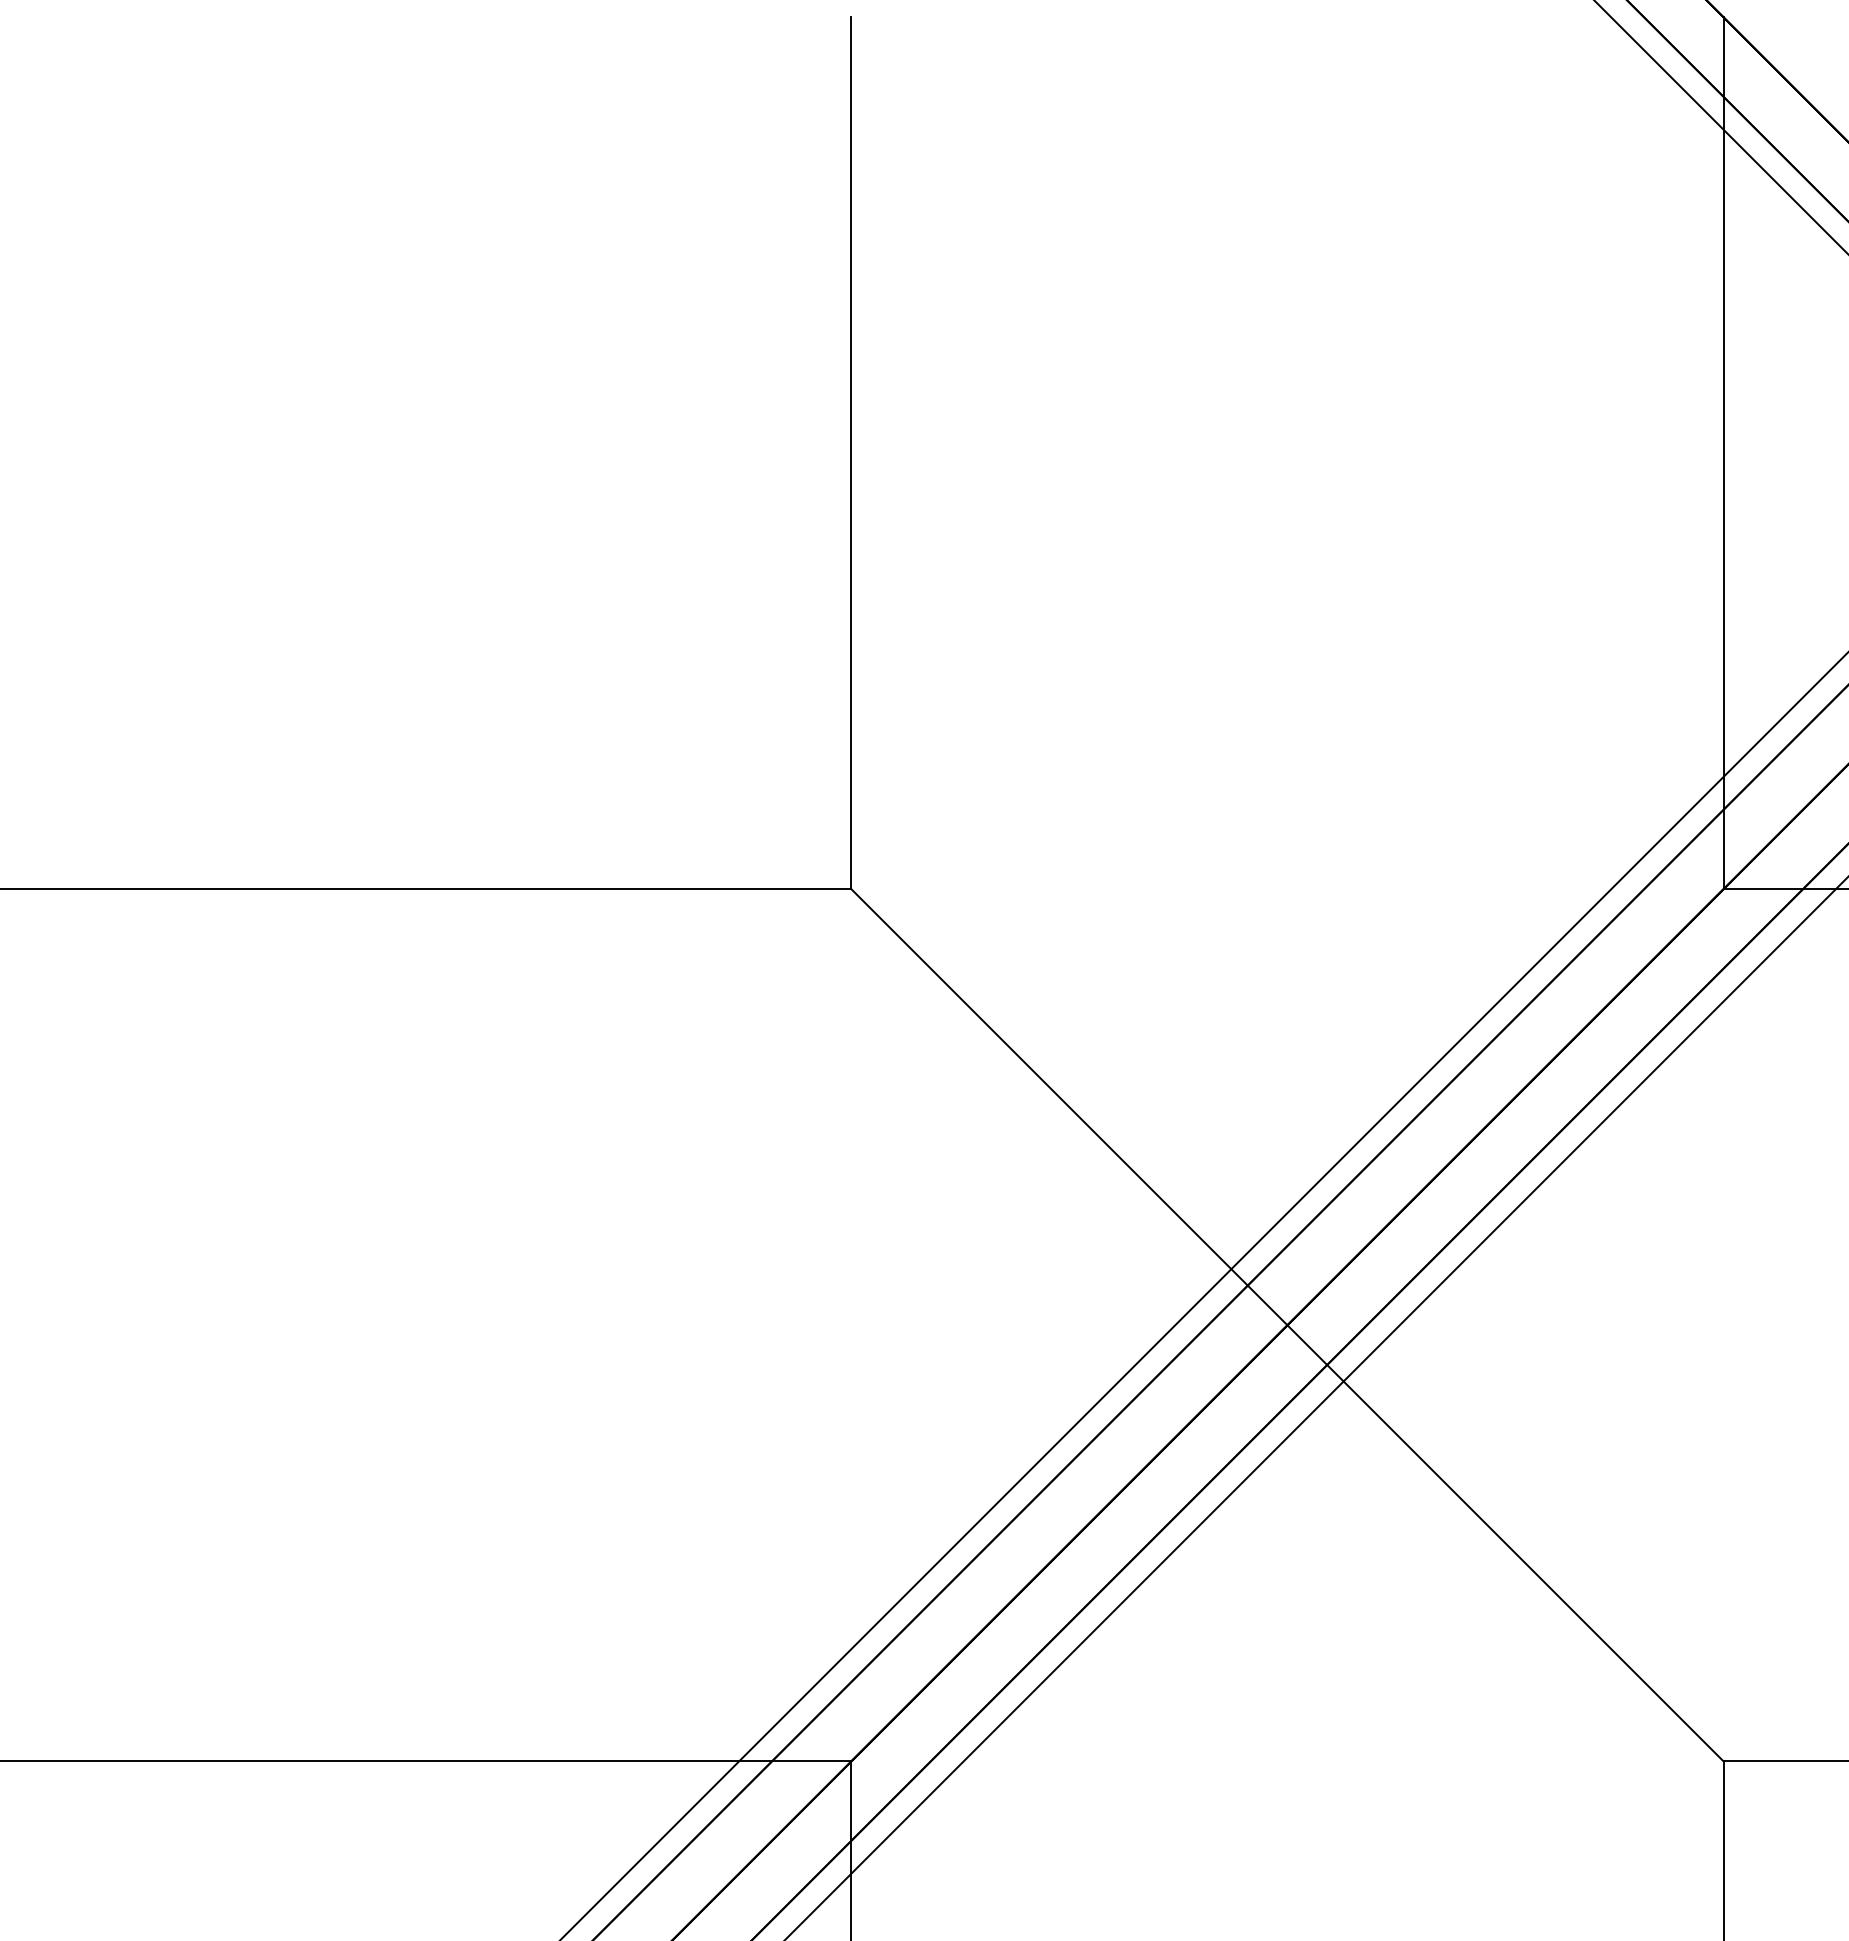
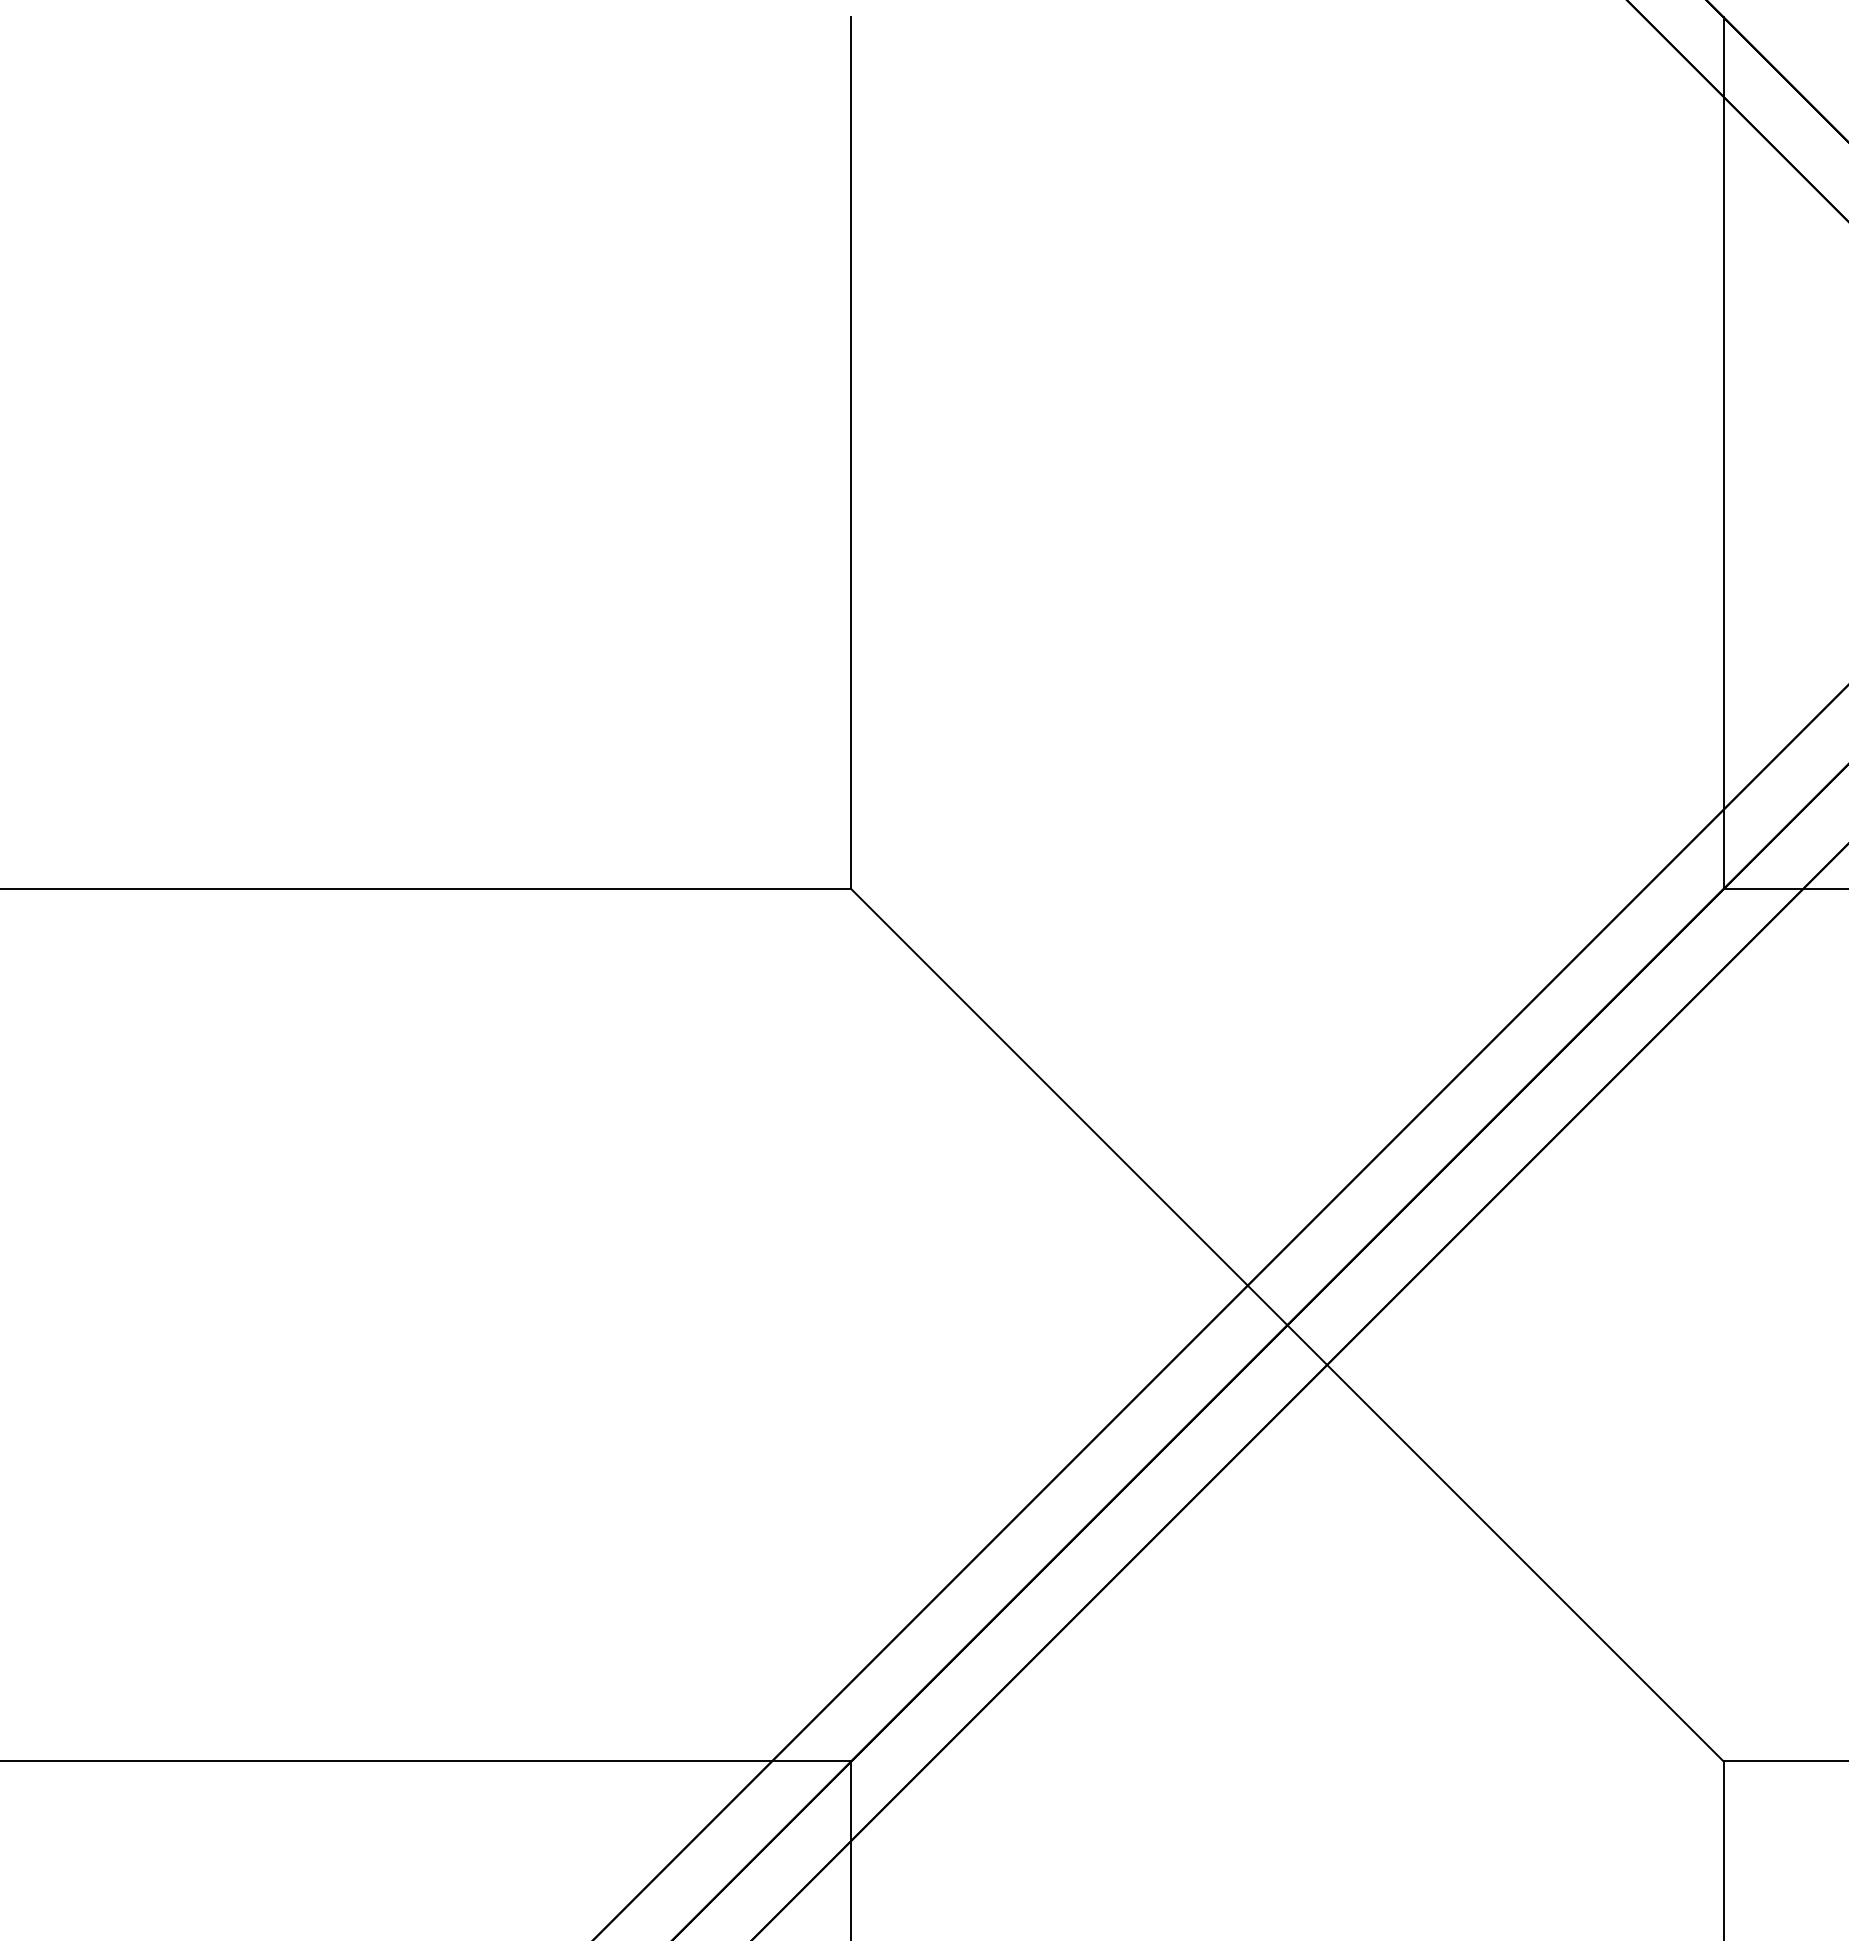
line at (1720, 127): present -> none
line at (1204, 1295): present -> none
line at (1316, 1408): present -> none
